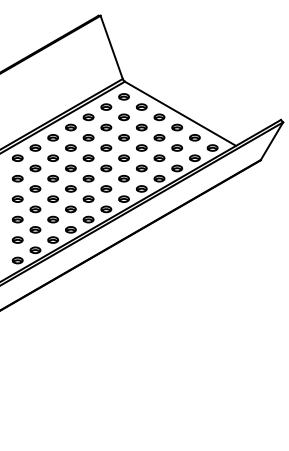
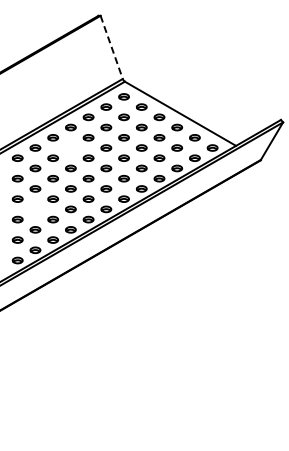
line at (111, 47): solid -> dashed
part at (70, 147): present -> none
part at (35, 209): present -> none
